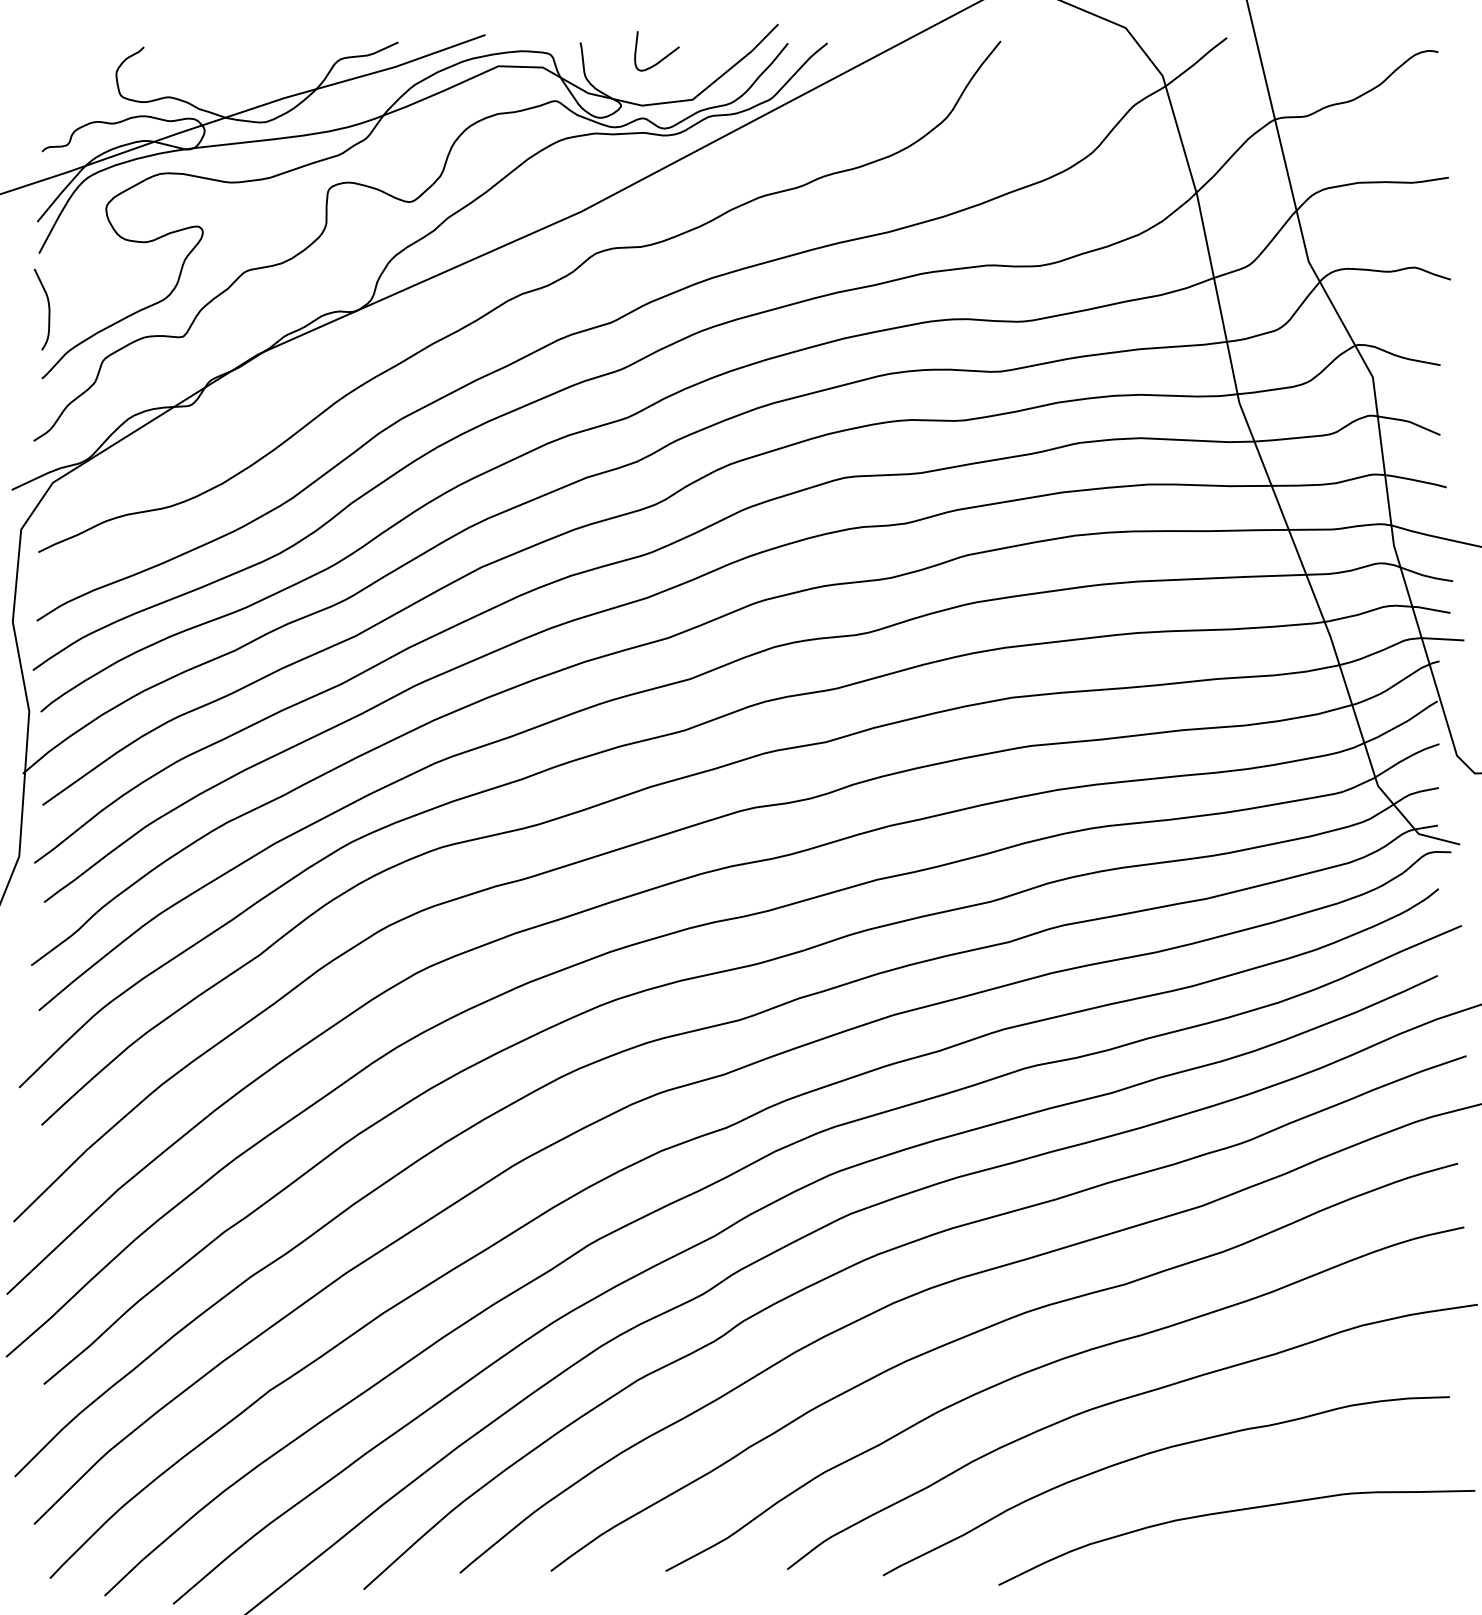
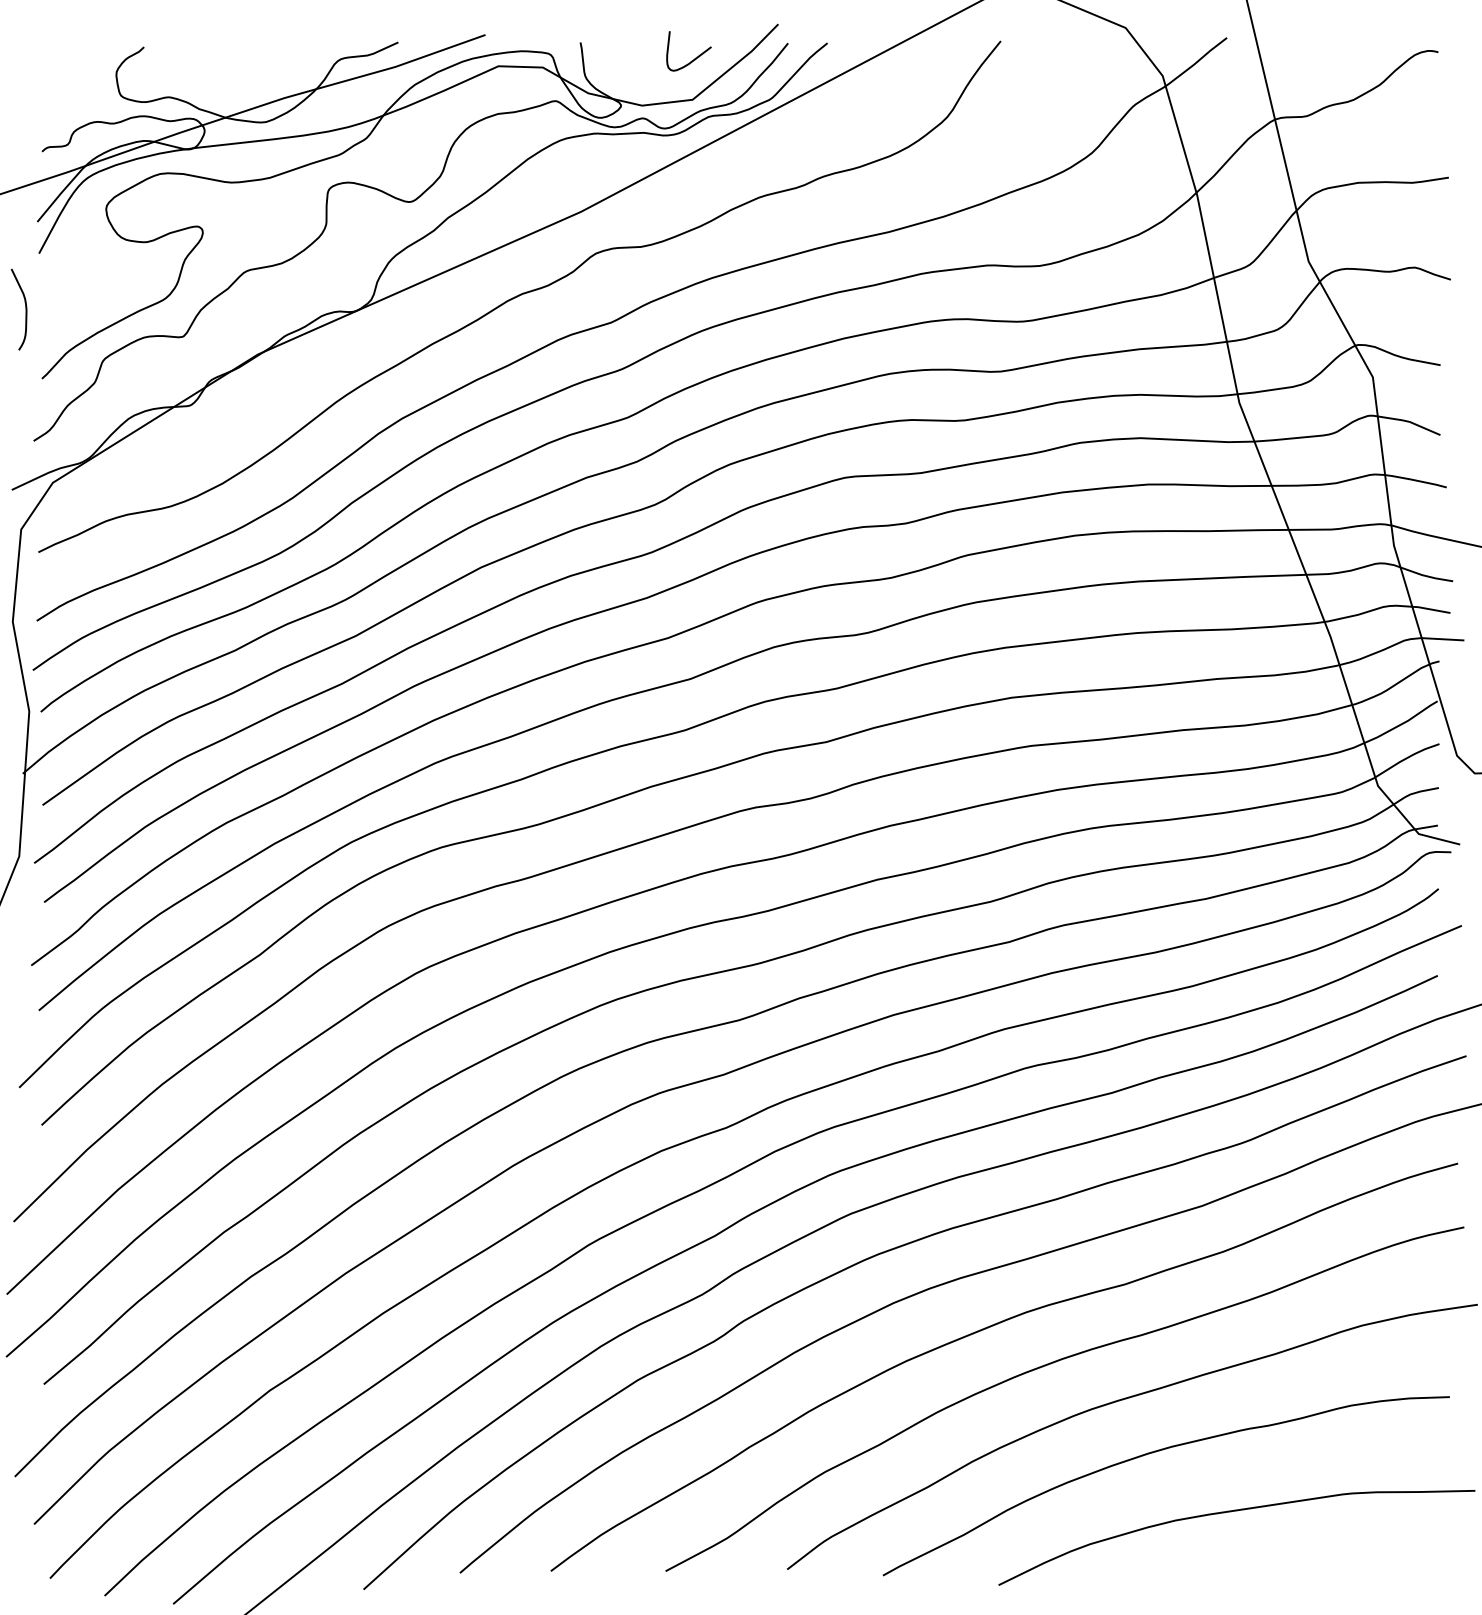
curve at (663, 57) position: (663, 57) -> (695, 57)
curve at (48, 309) position: (48, 309) -> (25, 309)
